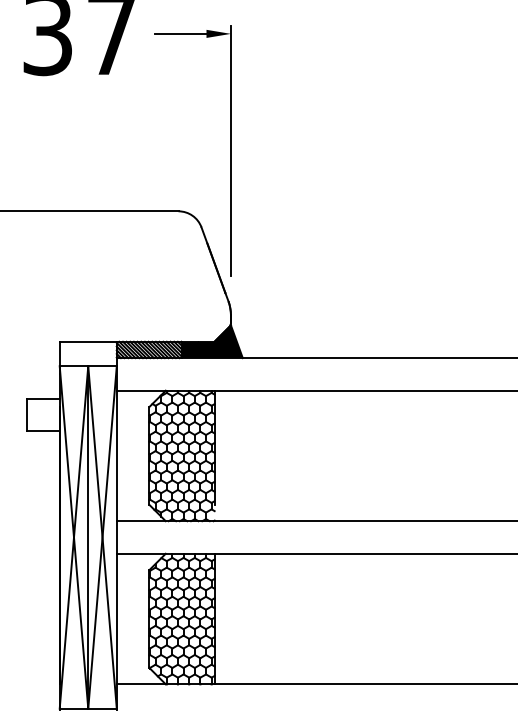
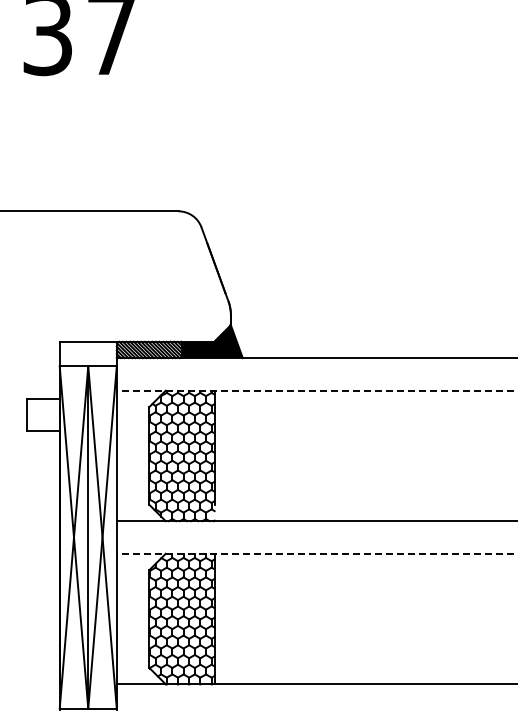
part at (230, 150): present -> none
line at (316, 390): solid -> dashed
line at (316, 553): solid -> dashed
